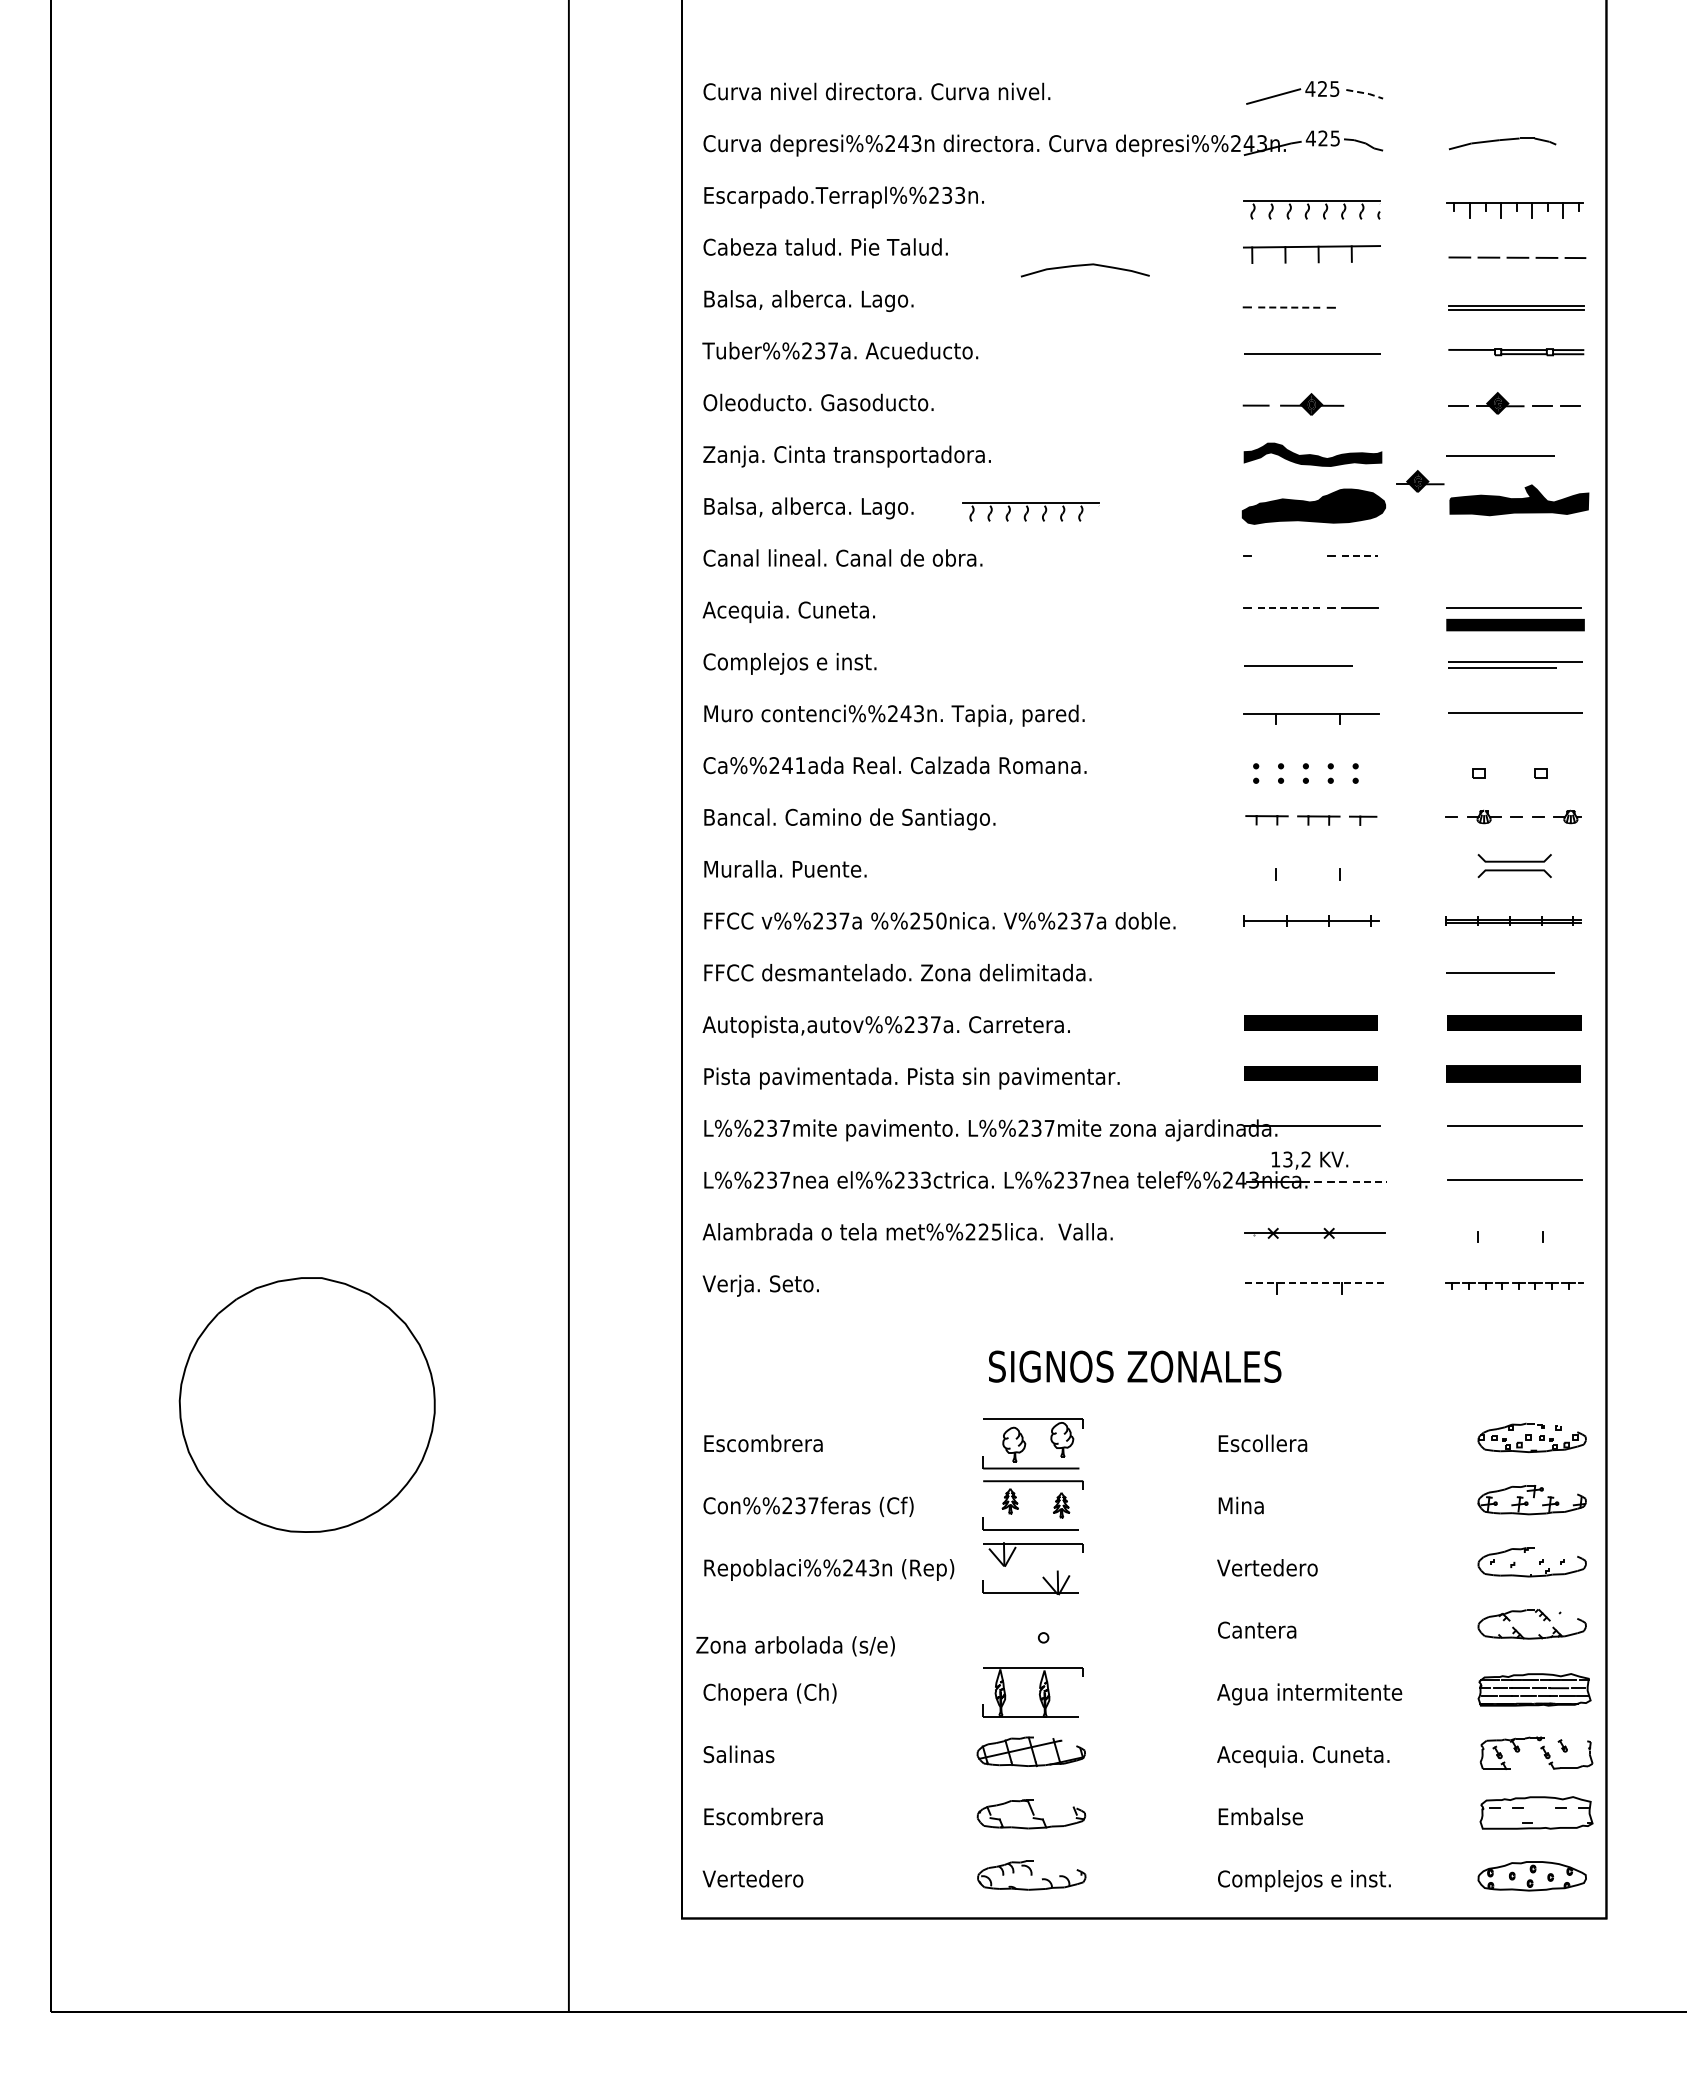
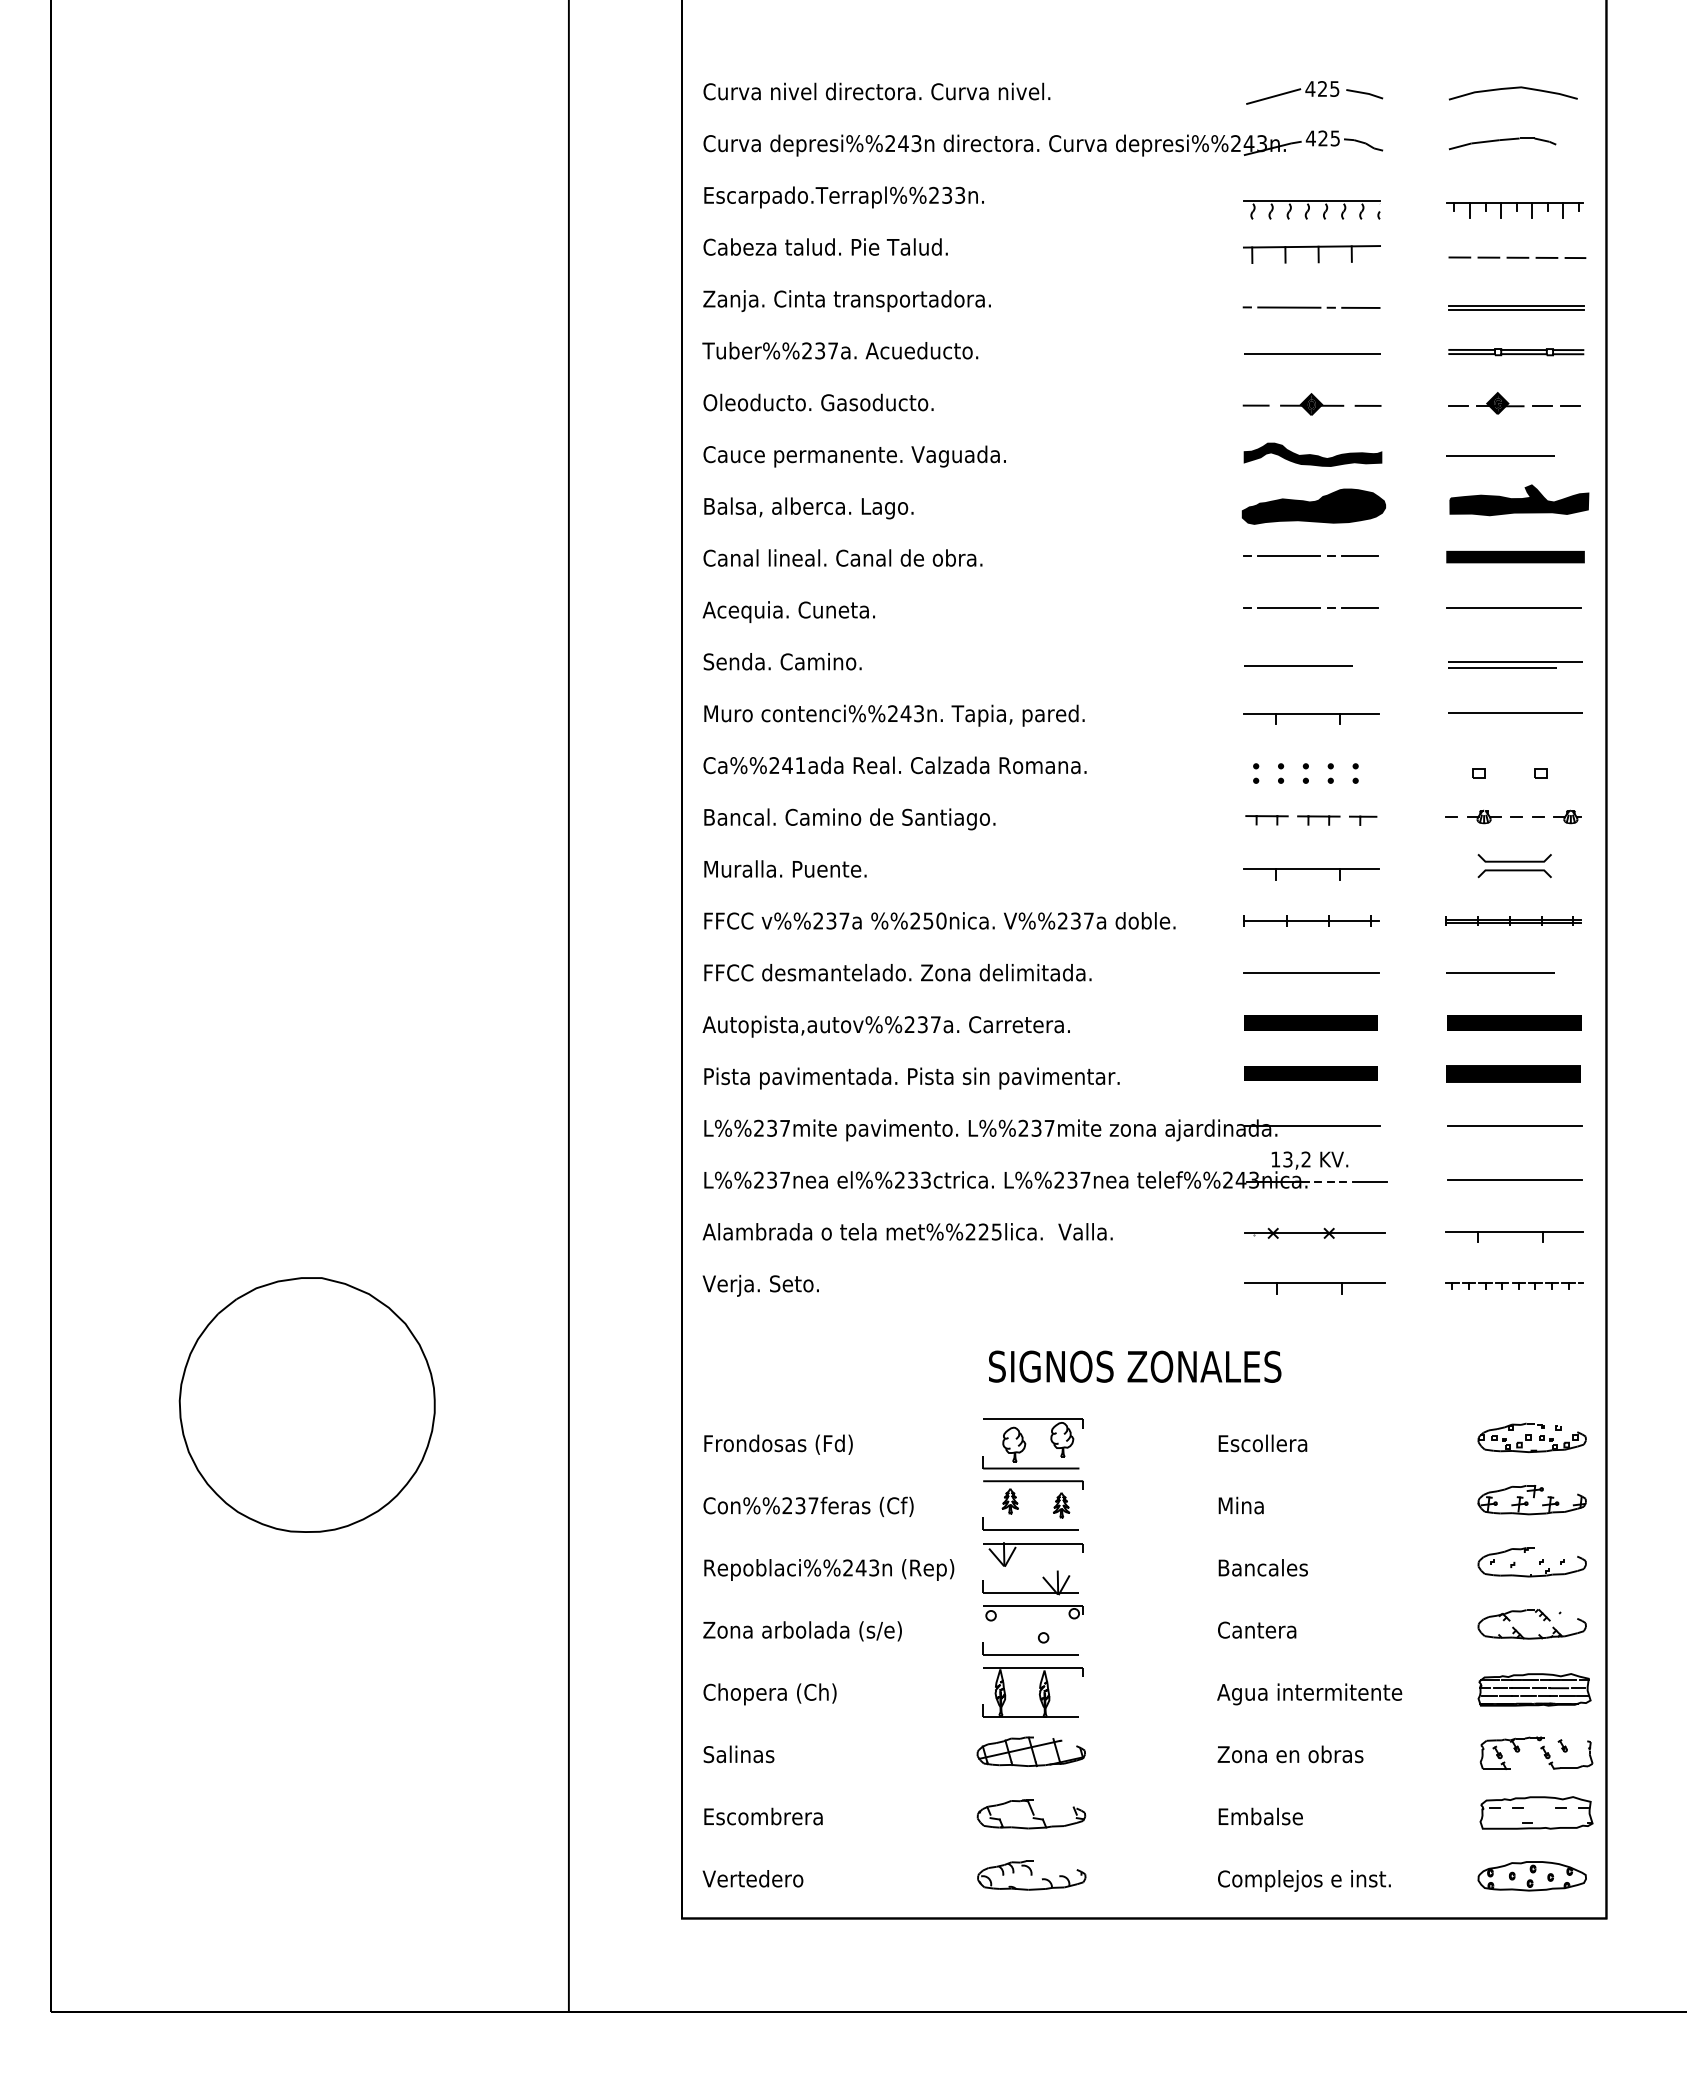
line at (1365, 93): dashed -> solid
curve at (1083, 266) position: (1083, 266) -> (1511, 89)
text at (846, 301): Balsa, alberca. Lago. -> Zanja. Cinta transportadora.
line at (1289, 307): dashed -> solid
line at (1360, 307): none -> present
line at (1471, 354): none -> present
line at (1367, 405): none -> present
text at (854, 456): Zanja. Cinta transportadora. -> Cauce permanente. Vaguada.
part at (1420, 481): present -> none
part at (1030, 511): present -> none
line at (1289, 556): none -> present
line at (1360, 556): dashed -> solid
line at (1289, 608): dashed -> solid
part at (1515, 624) position: (1515, 624) -> (1515, 556)
text at (789, 663): Complejos e inst. -> Senda. Camino.
line at (1310, 869): none -> present
line at (1310, 972): none -> present
line at (1370, 1181): dashed -> solid
line at (1514, 1231): none -> present
line at (1315, 1283): dashed -> solid
text at (779, 1444): Escombrera -> Frondosas (Fd)
text at (1267, 1567): Vertedero -> Bancales
part at (1032, 1606): none -> present
text at (795, 1646) position: (795, 1646) -> (802, 1631)
text at (1303, 1756): Acequia. Cuneta. -> Zona en obras
